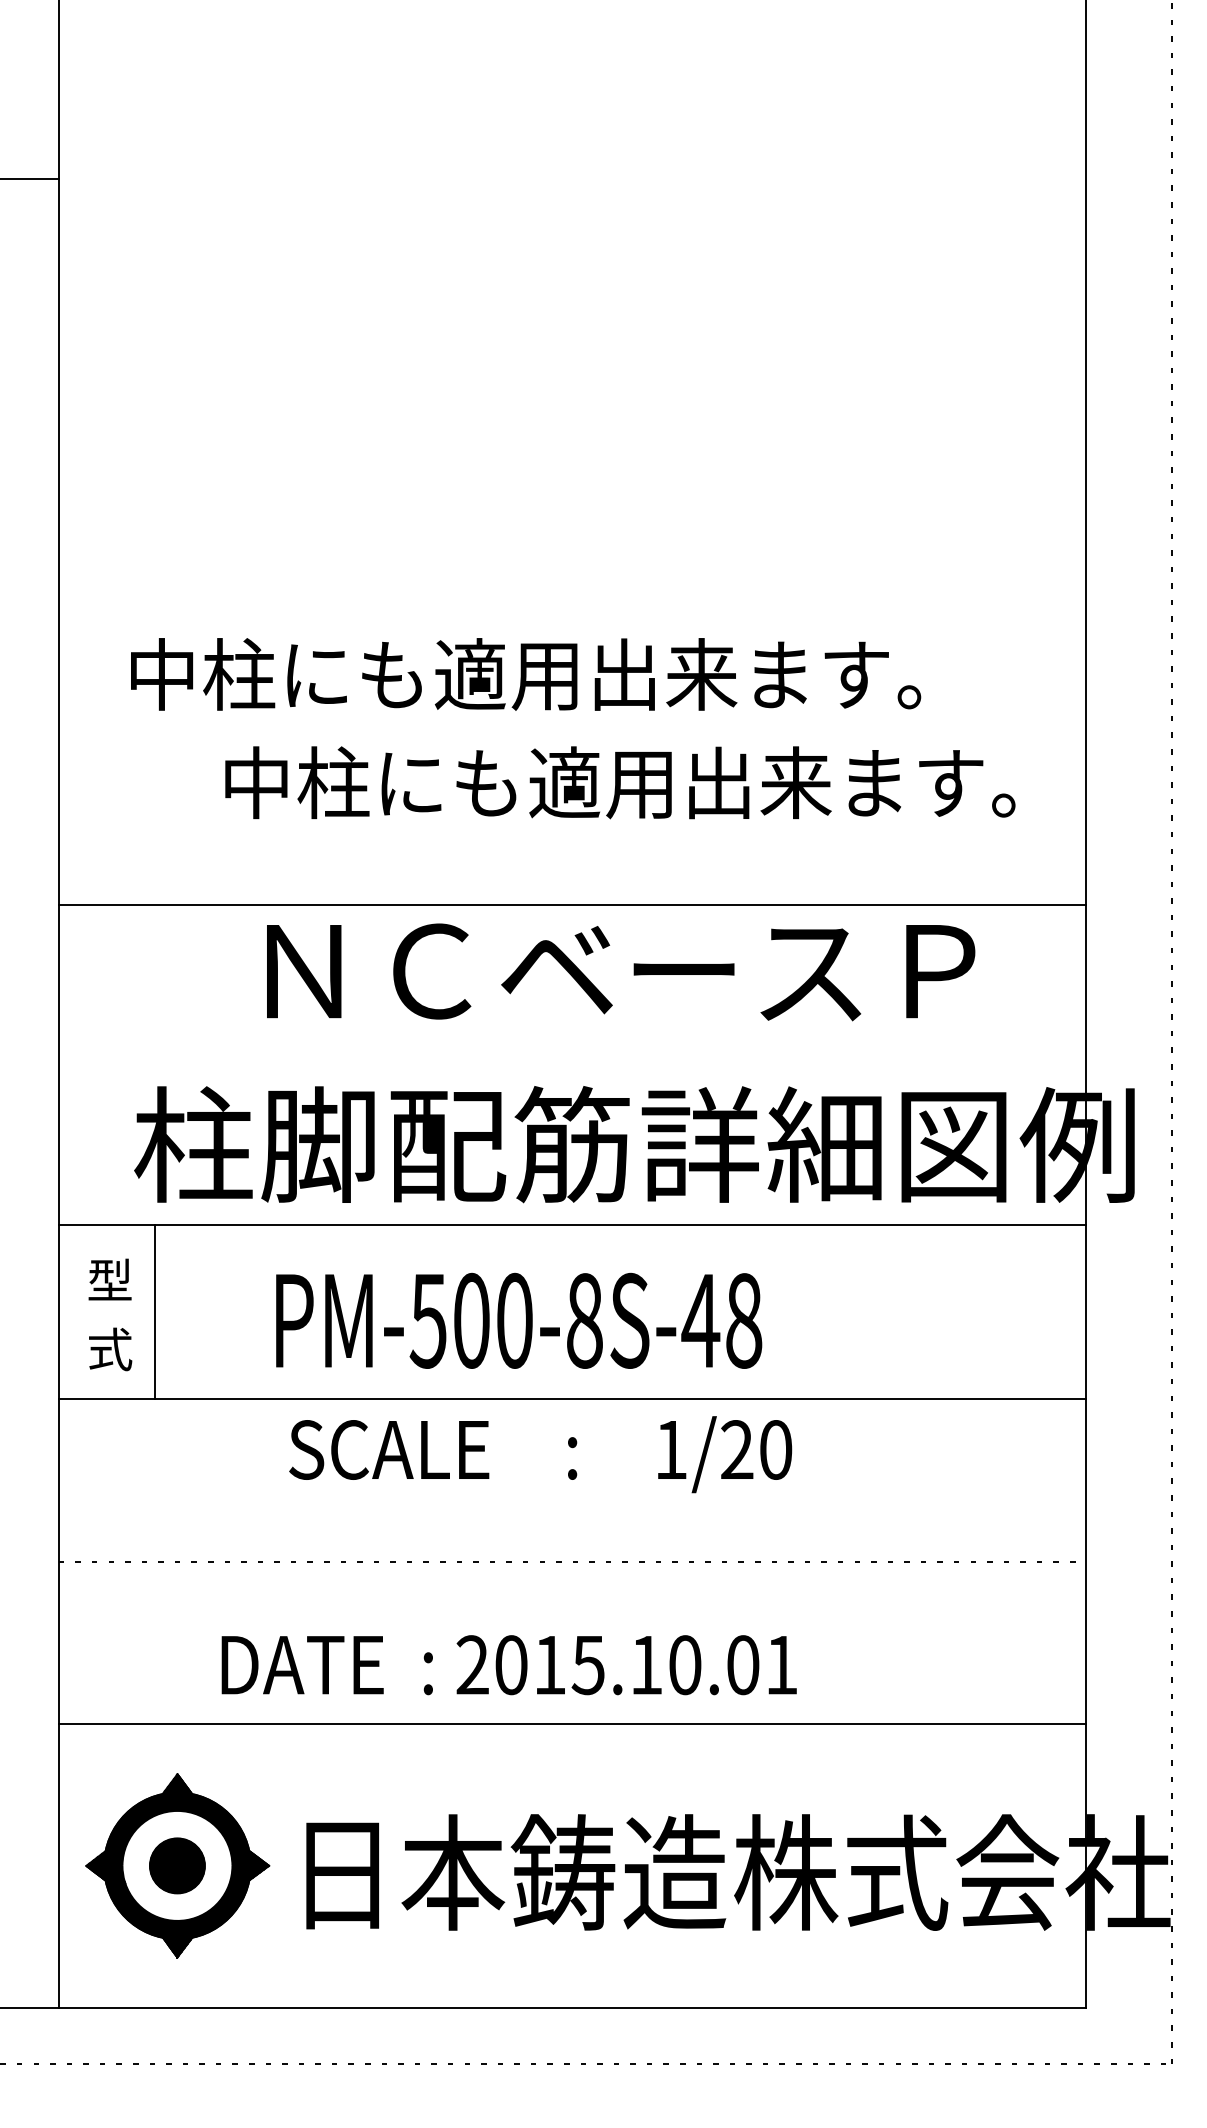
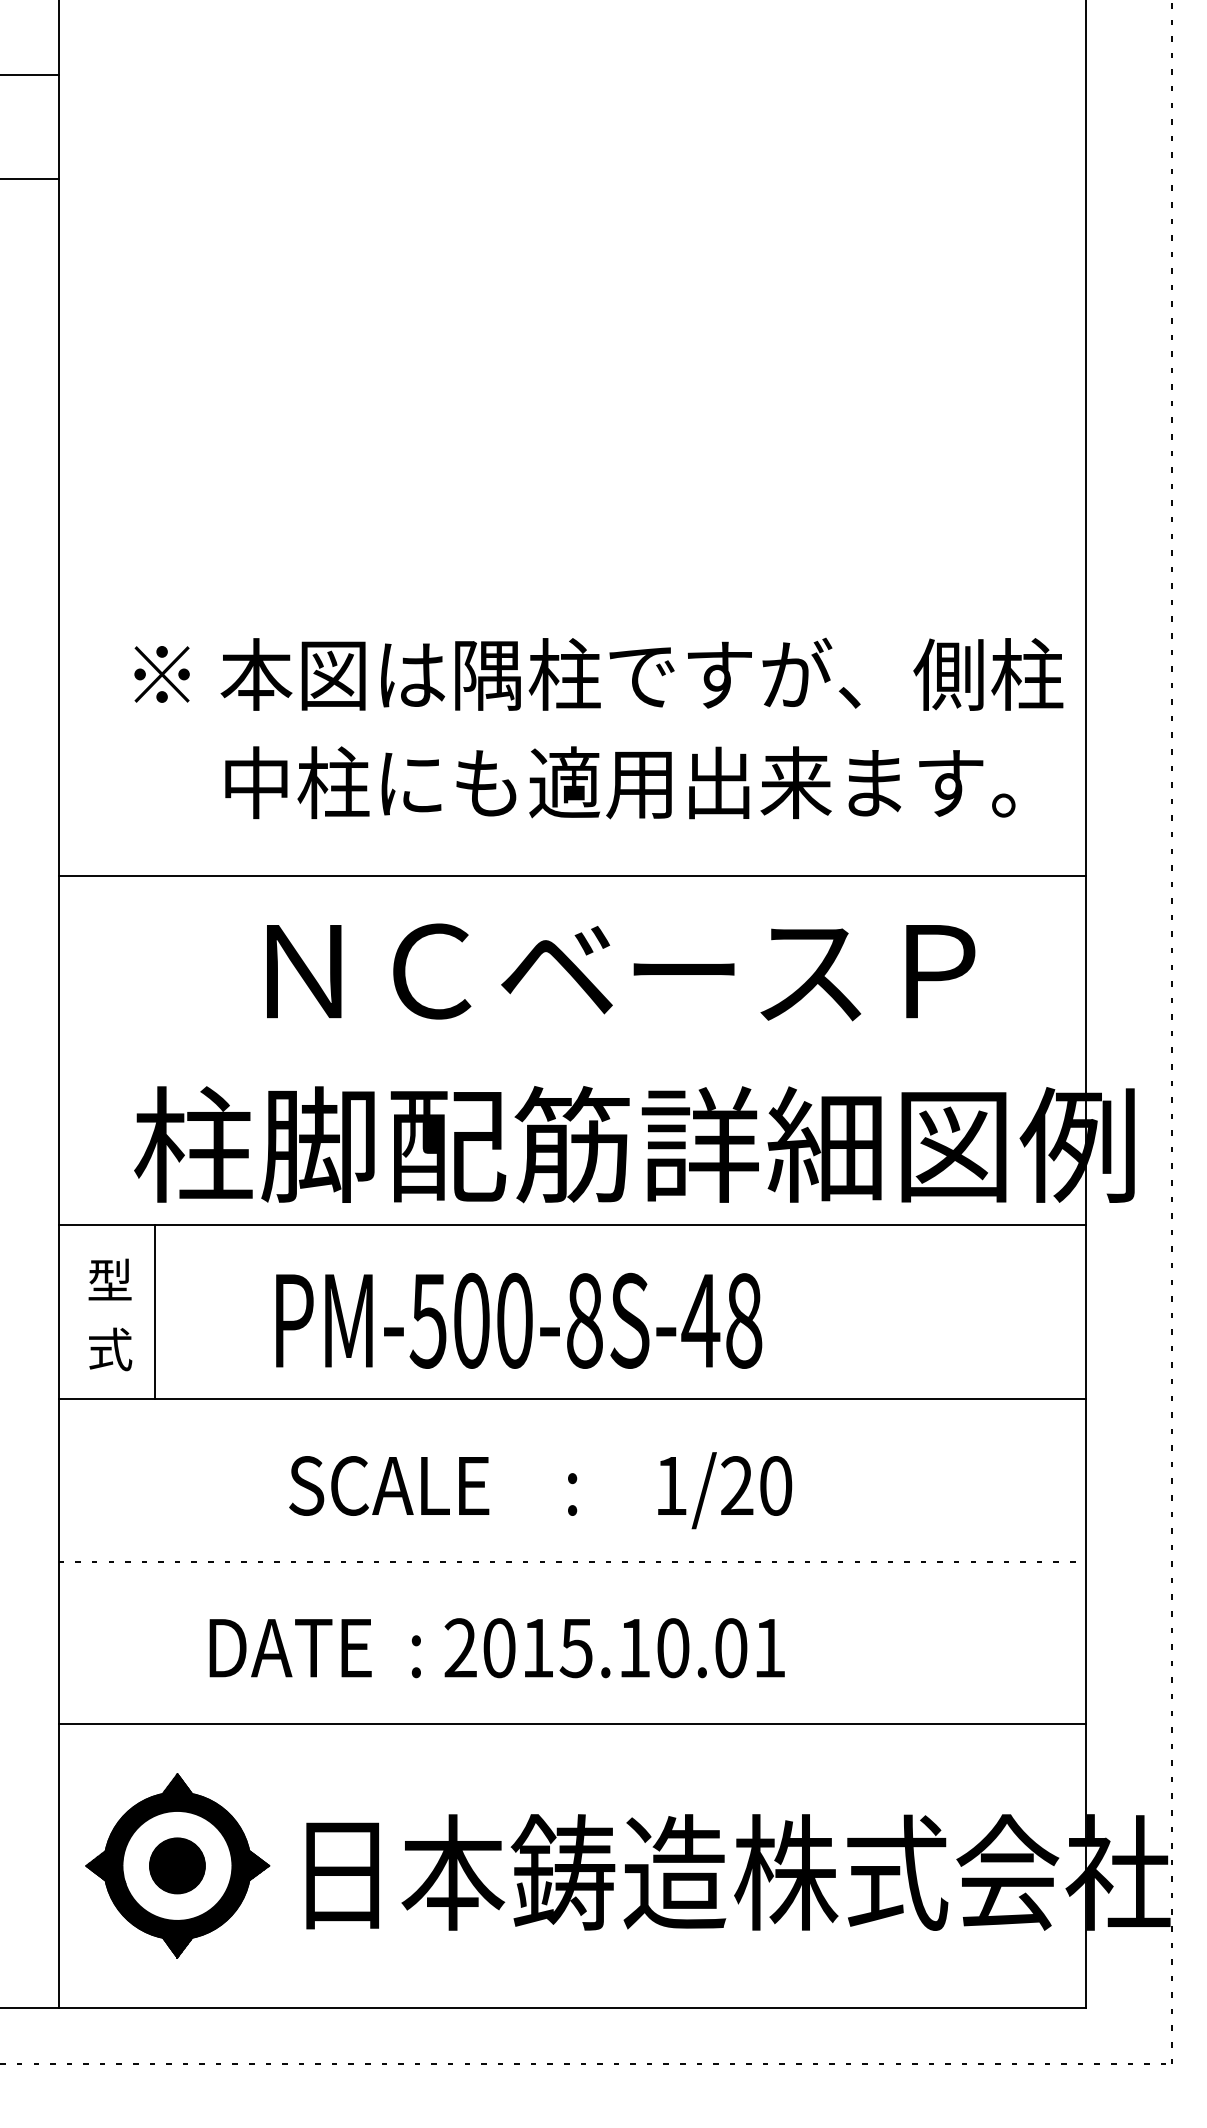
line at (30, 74): none -> present
text at (597, 673): 中柱にも適用出来ます。 -> ※ 本図は隅柱ですが、側柱
line at (571, 904) position: (571, 904) -> (571, 875)
text at (540, 1454) position: (540, 1454) -> (540, 1490)
text at (508, 1665) position: (508, 1665) -> (496, 1648)
